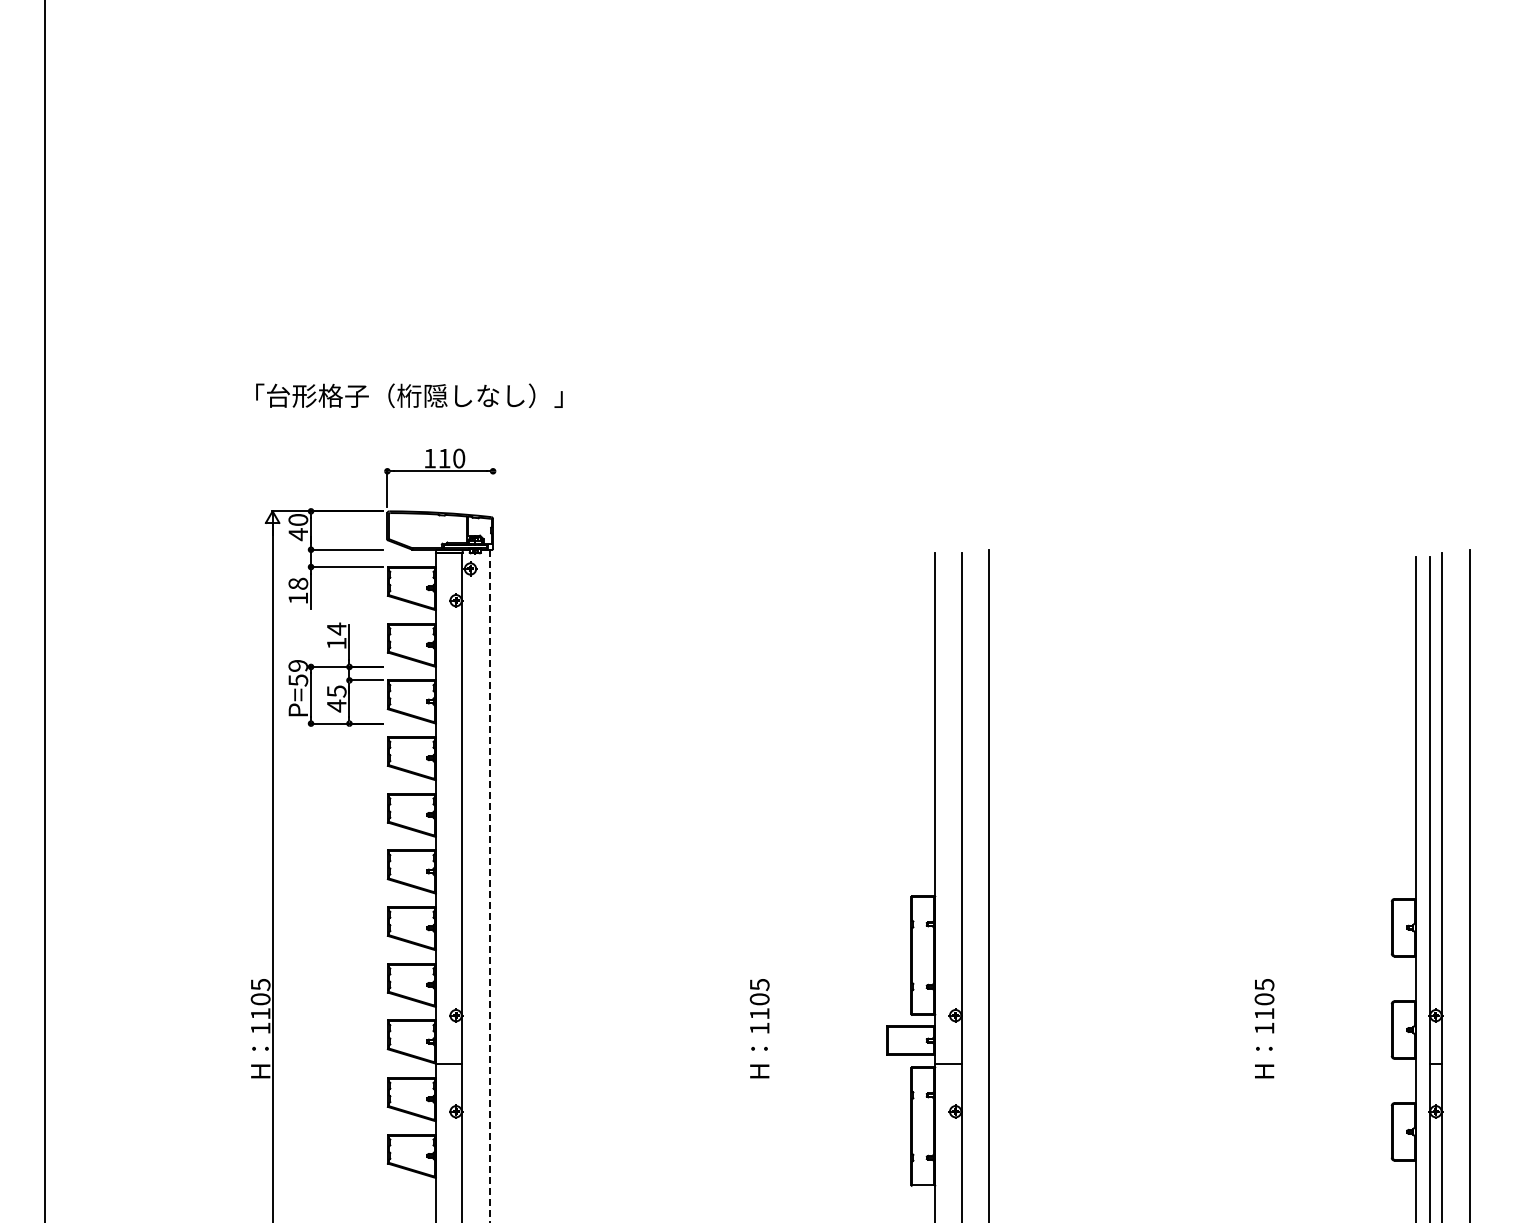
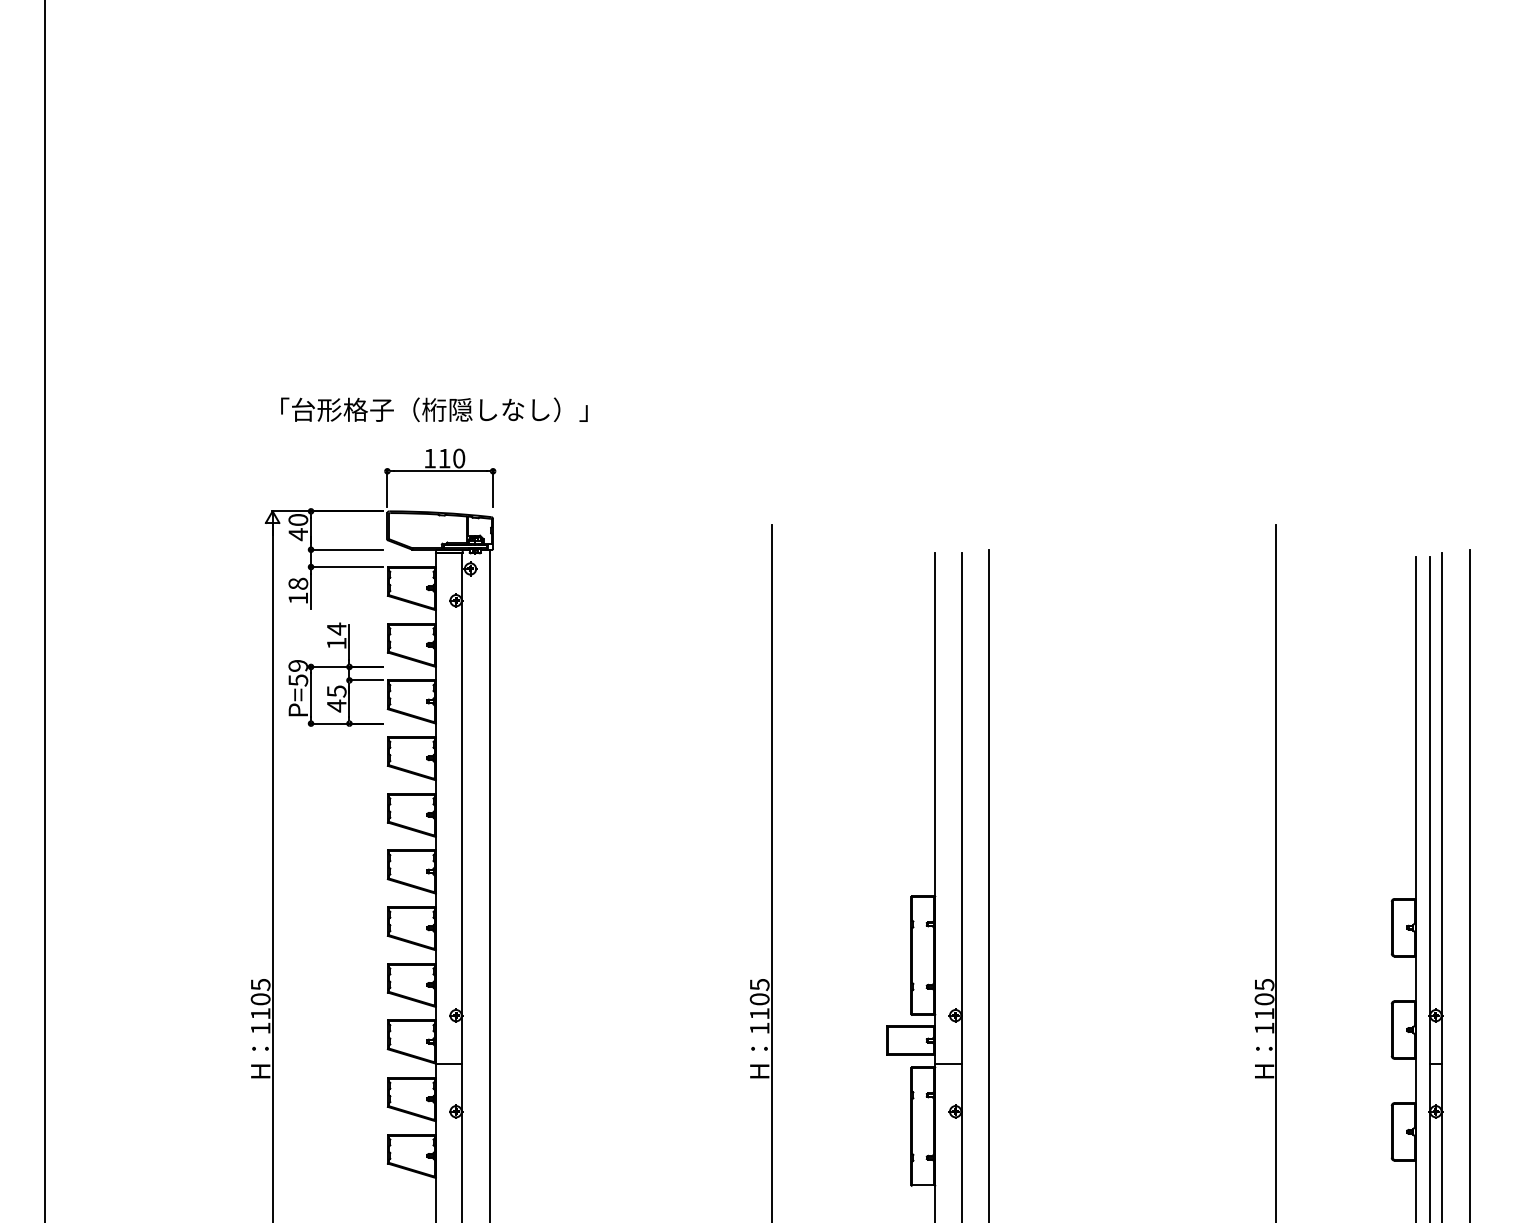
text at (409, 395) position: (409, 395) -> (434, 409)
line at (493, 488): none -> present
line at (771, 871): none -> present
line at (1276, 871): none -> present
line at (489, 886): dashed -> solid
